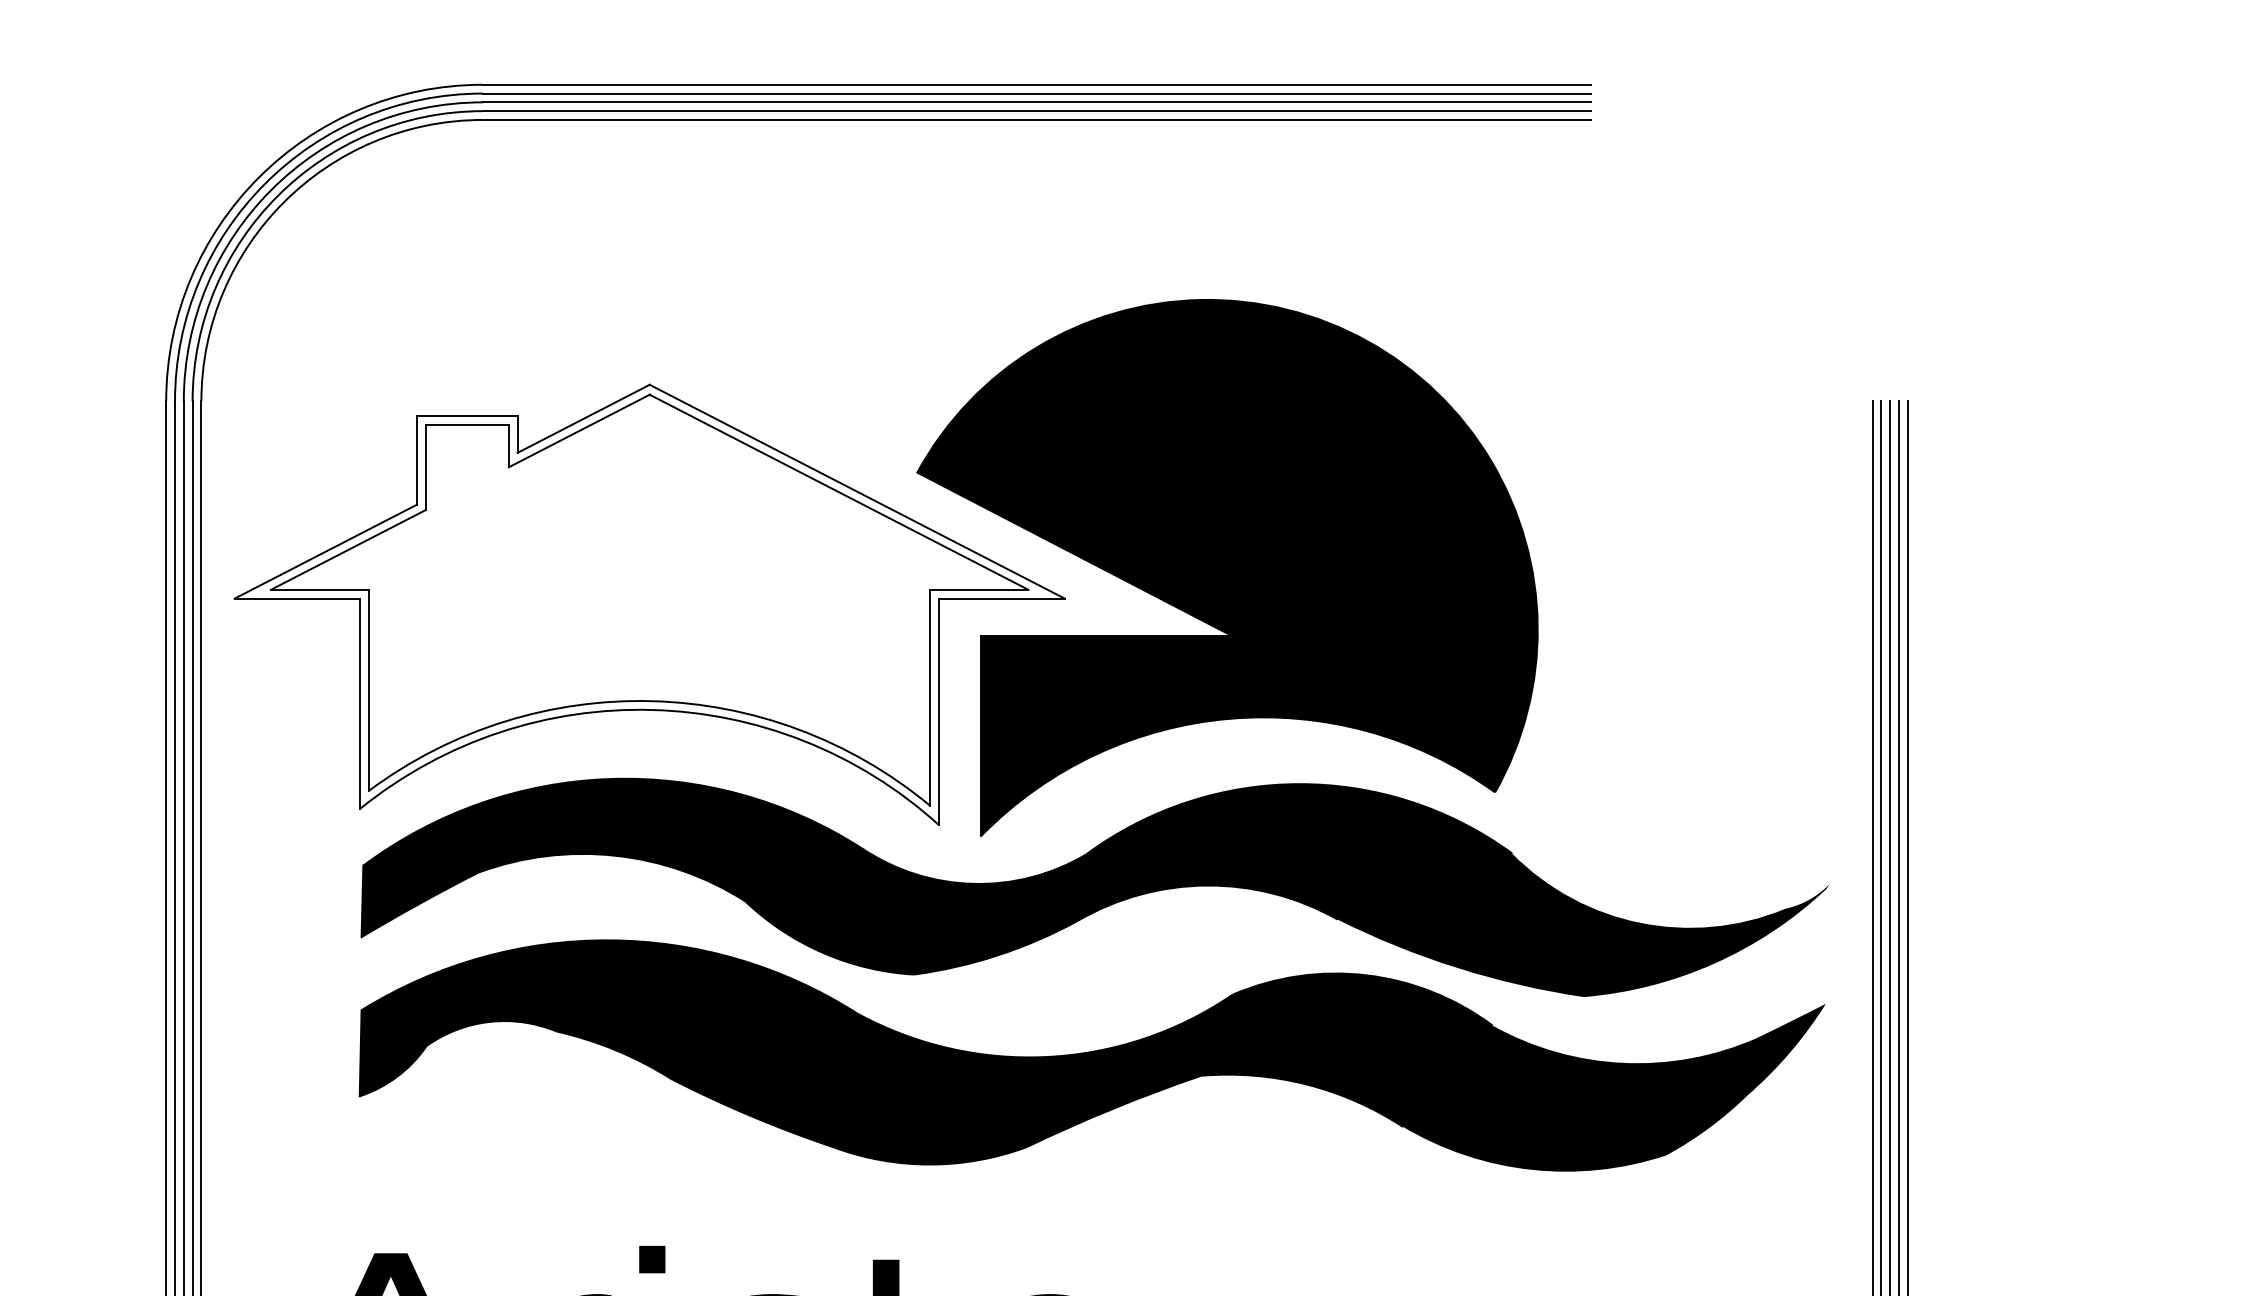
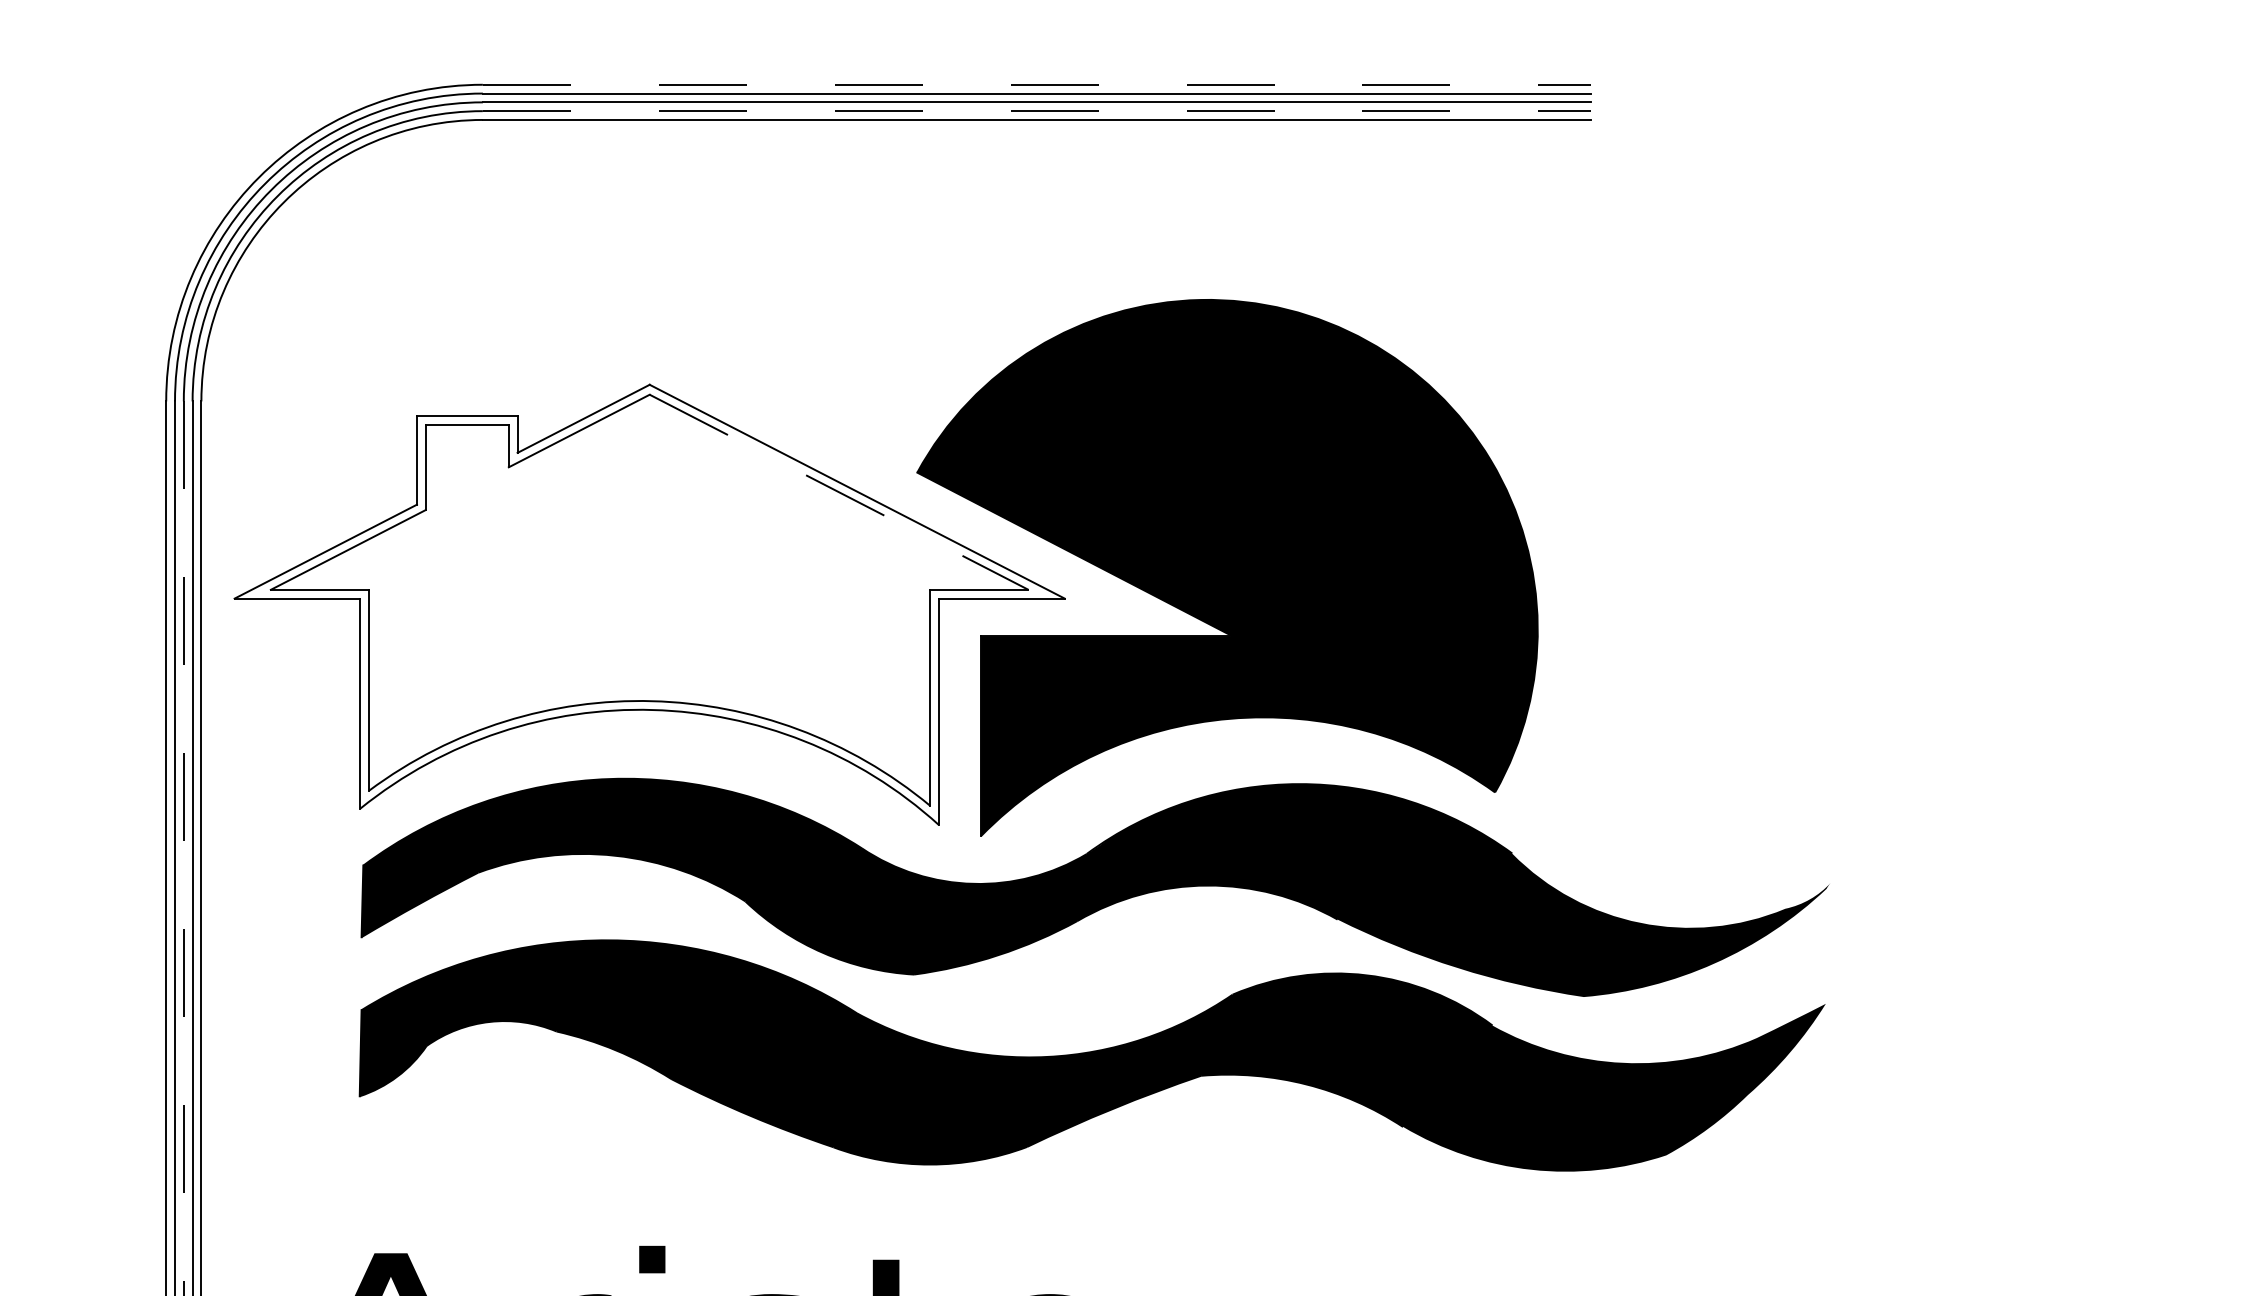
line at (1037, 84): solid -> dashed
line at (1037, 111): solid -> dashed
line at (839, 492): solid -> dashed
line at (1872, 846): present -> none
line at (1881, 846): present -> none
line at (1890, 846): present -> none
line at (1898, 846): present -> none
line at (1907, 846): present -> none
line at (183, 848): solid -> dashed
